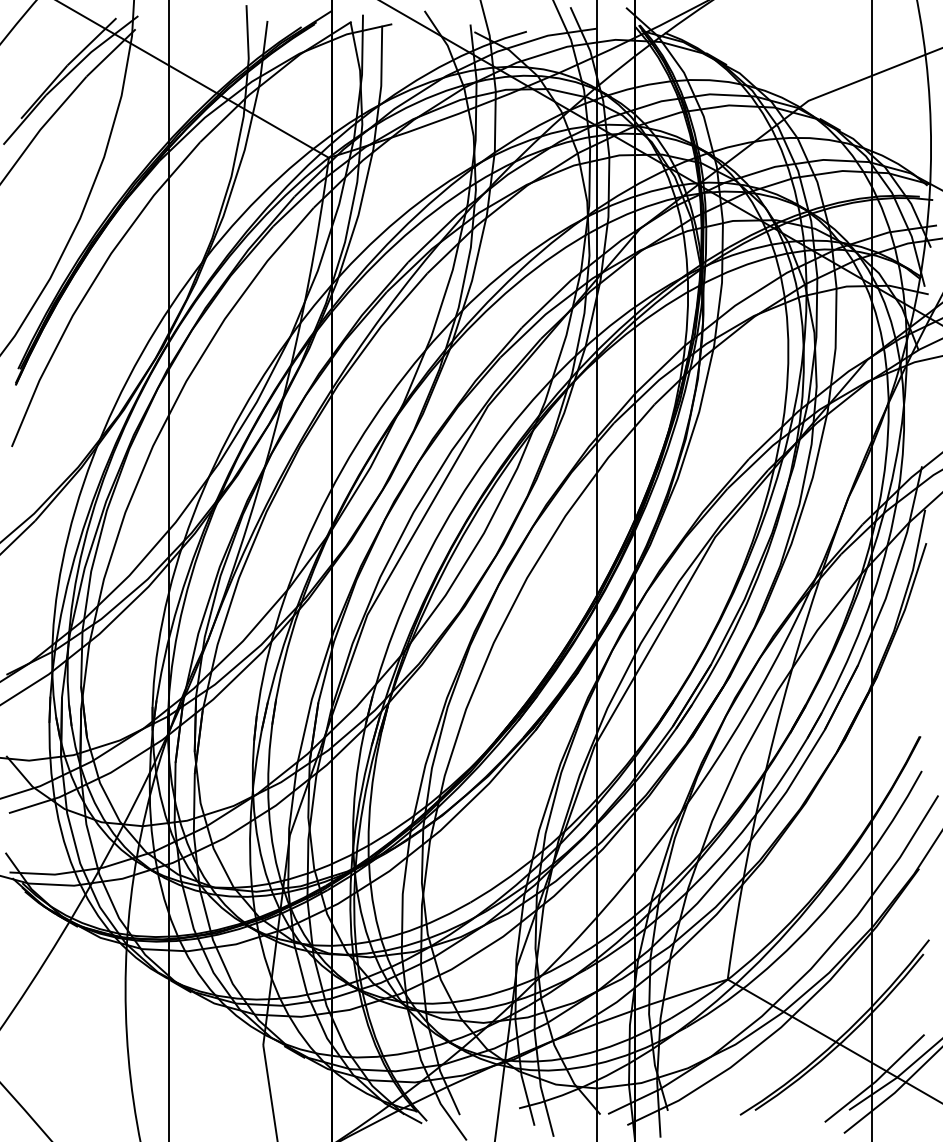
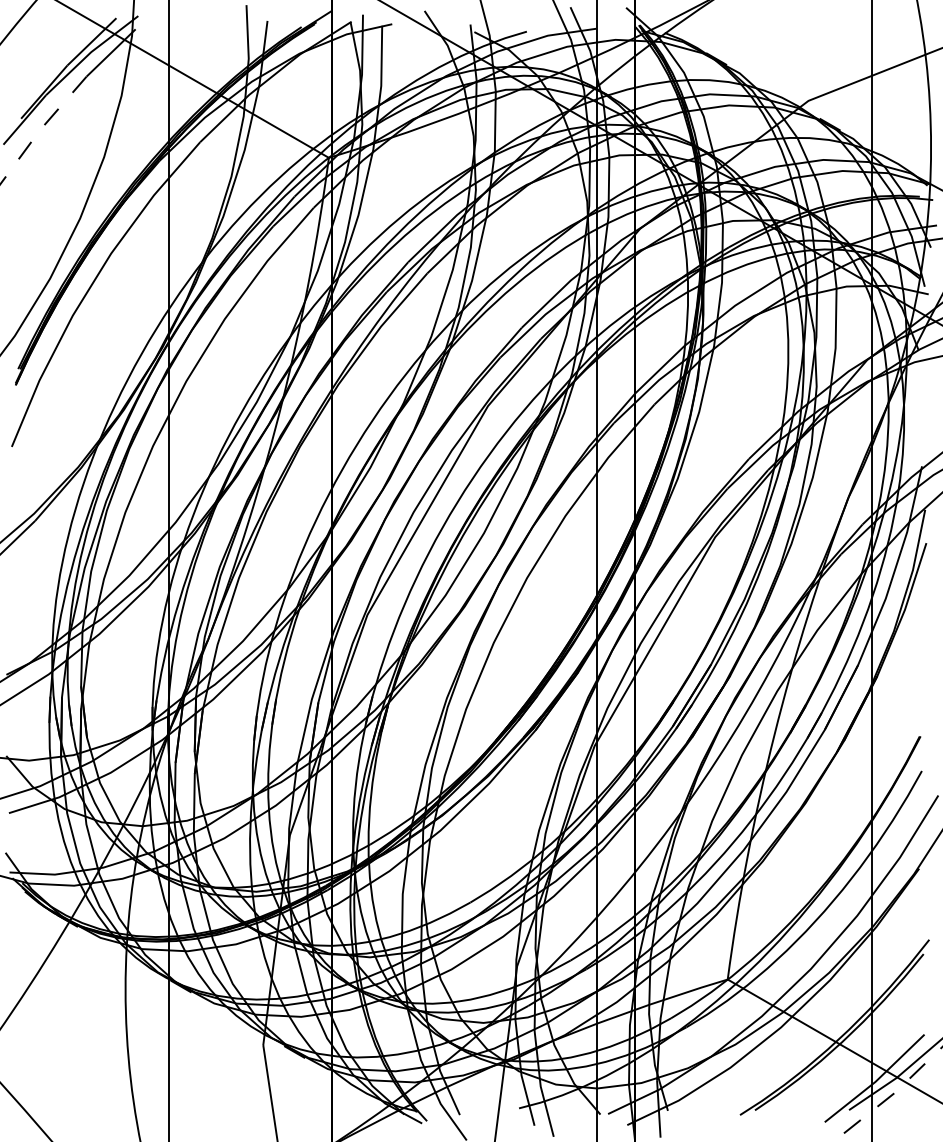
line at (41, 129): solid -> dashed
line at (895, 1092): solid -> dashed
